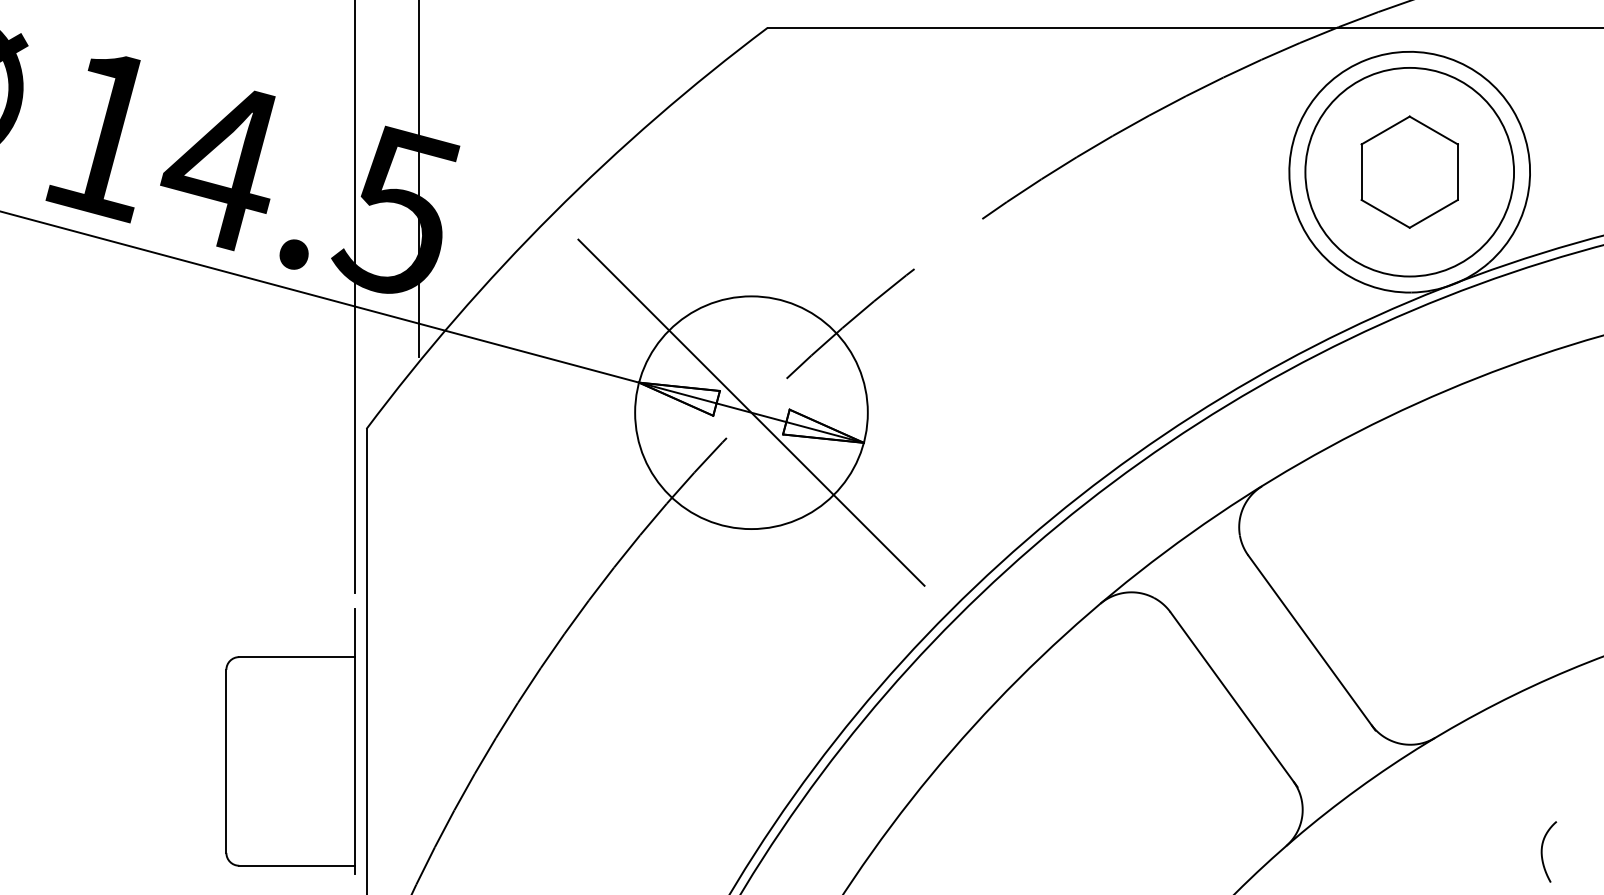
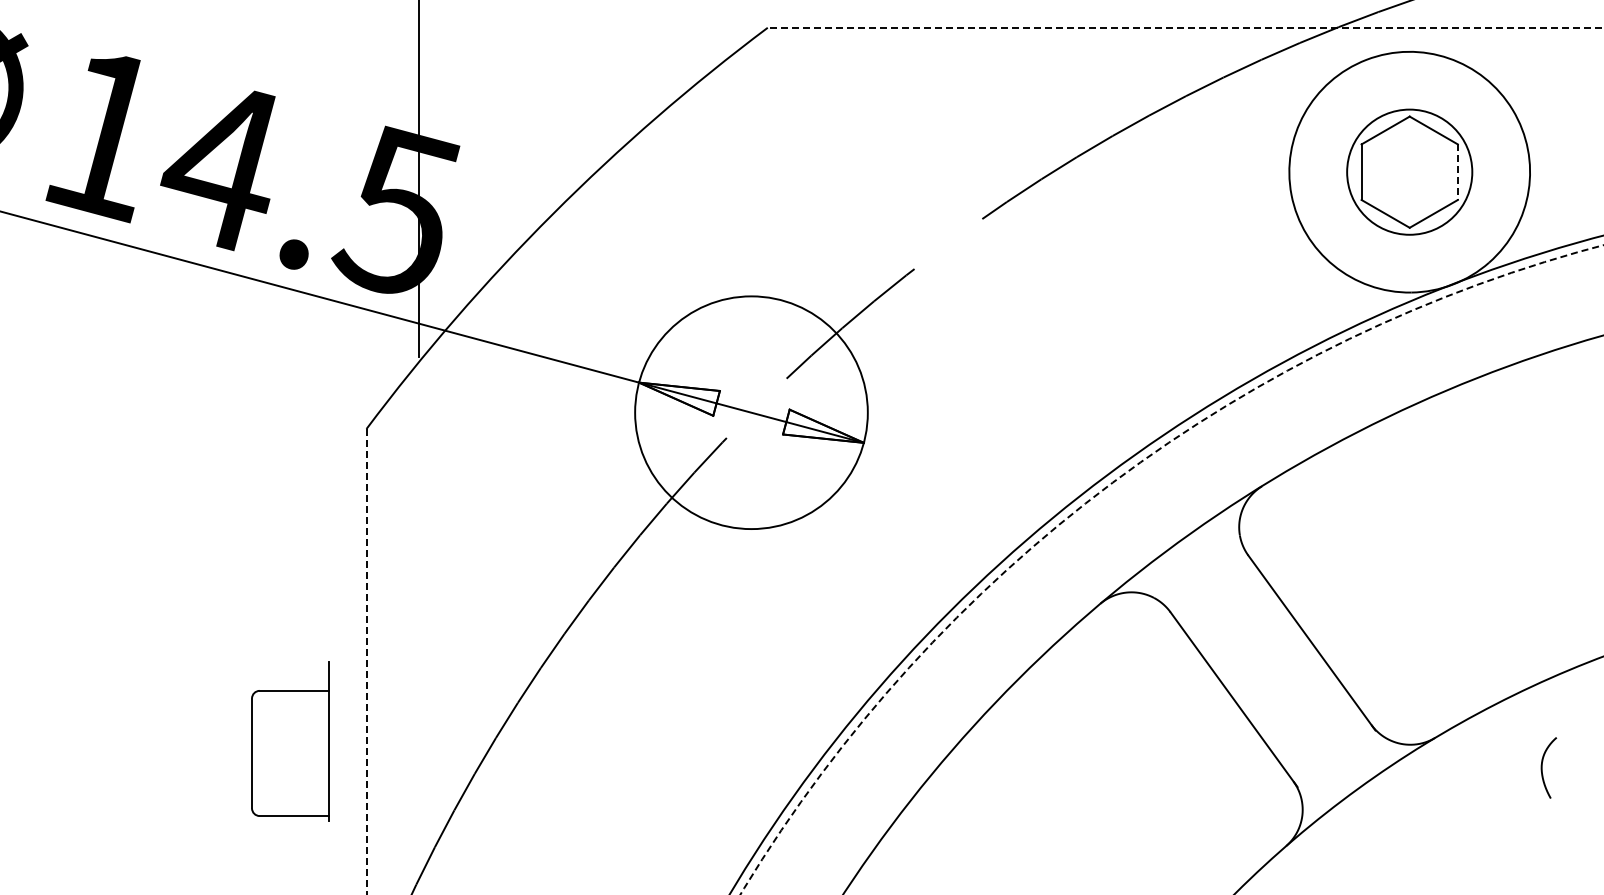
line at (1185, 27): solid -> dashed
circle at (1409, 171) diameter: 209 px -> 125 px
line at (1457, 172): solid -> dashed
line at (354, 297): present -> none
line at (751, 412): present -> none
circle at (1171, 569): solid -> dashed
line at (366, 661): solid -> dashed
part at (290, 741) size: 131x267 px -> 79x161 px
curve at (1542, 851) position: (1542, 851) -> (1542, 767)
